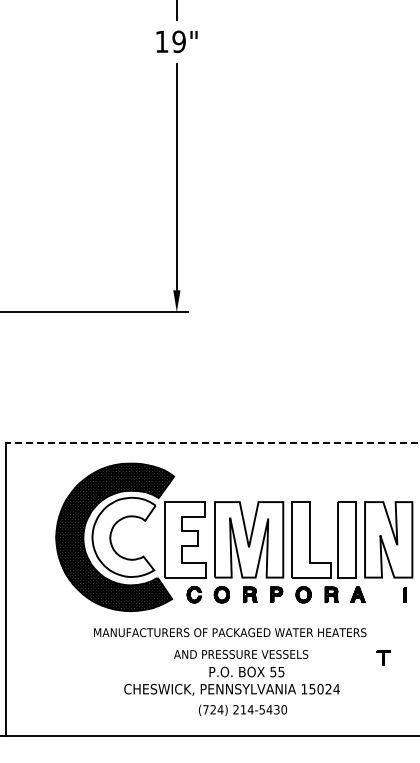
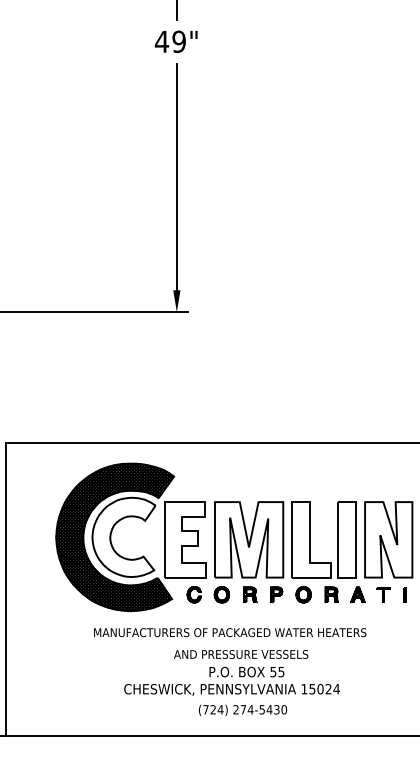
text at (161, 41): 19" -> 49"
line at (212, 442): dashed -> solid
part at (383, 657) position: (383, 657) -> (383, 594)
text at (243, 709): 214-5430 -> 274-5430
